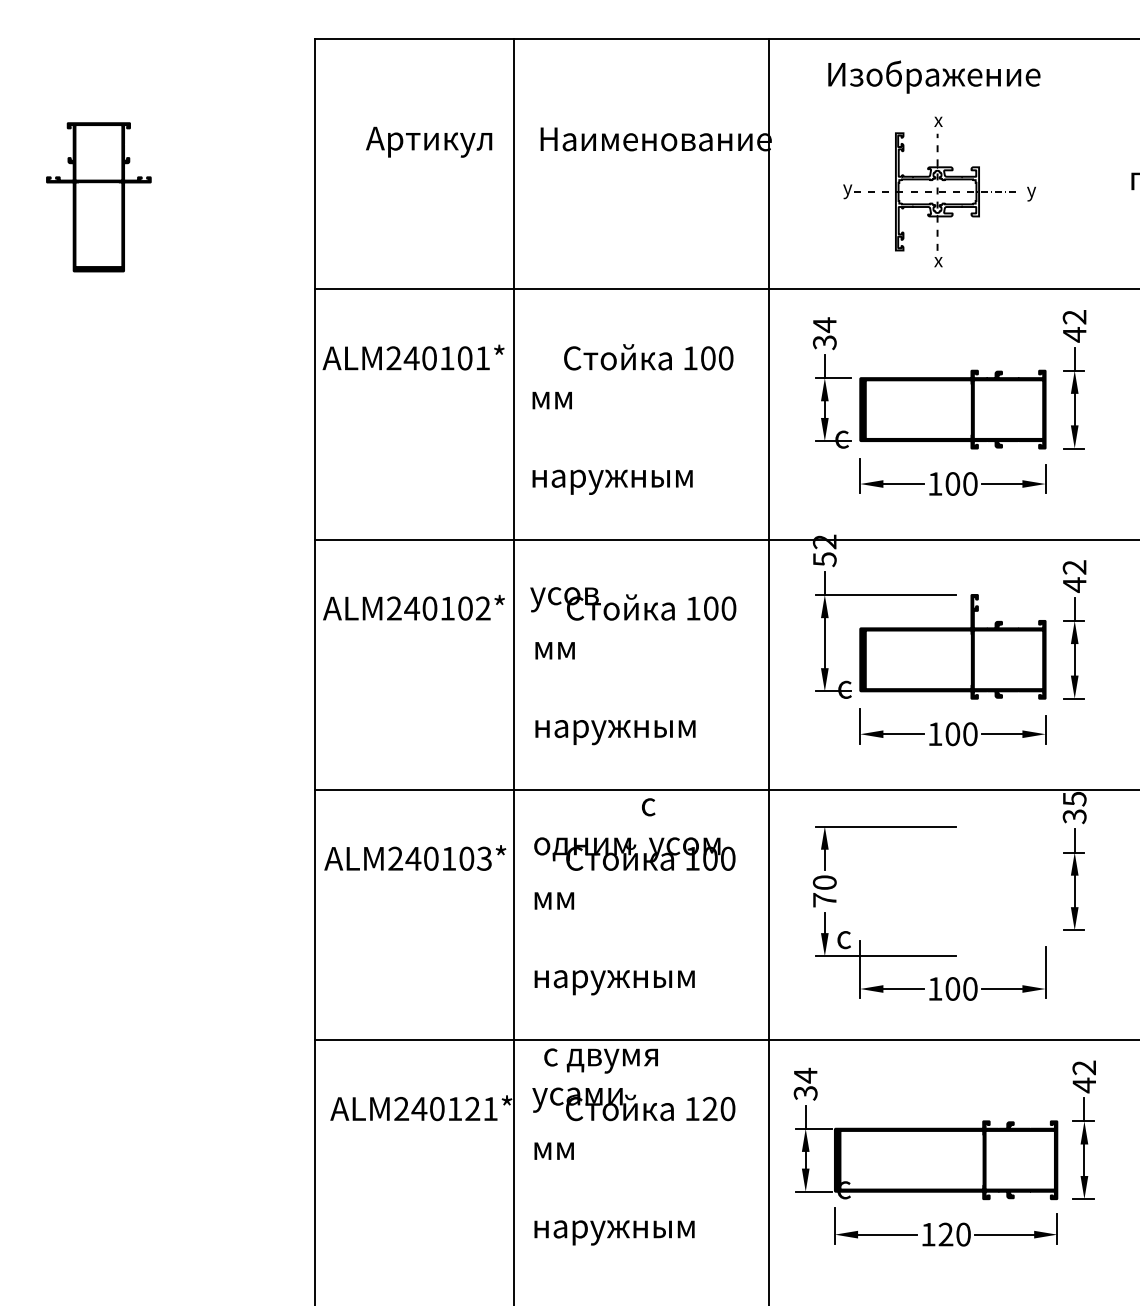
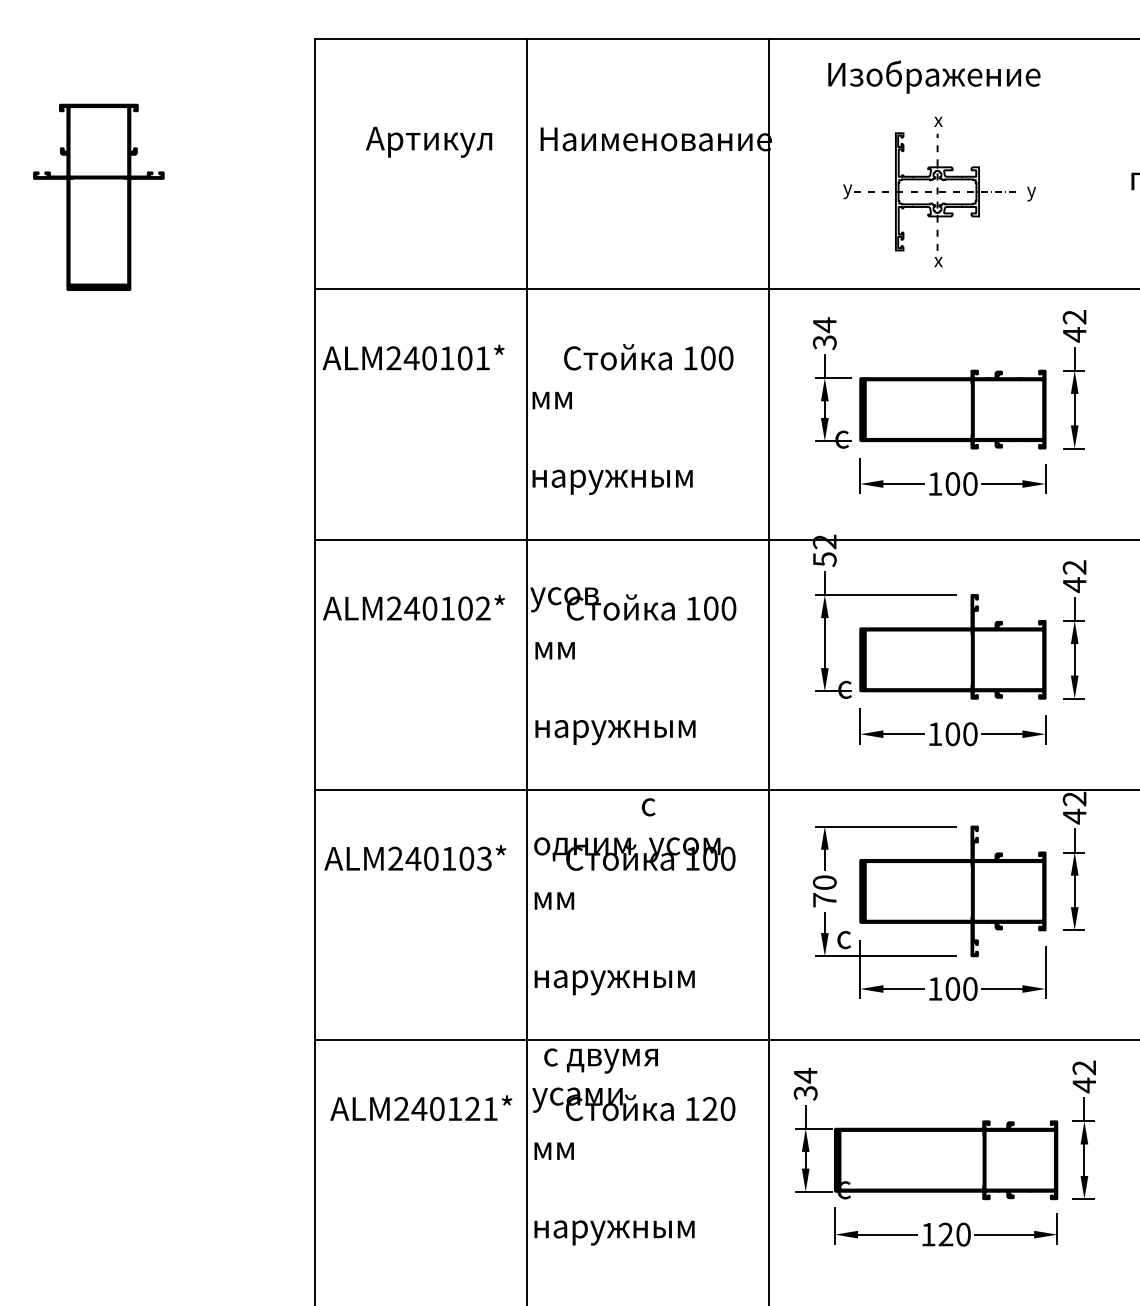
part at (98, 197) size: 106x151 px -> 132x188 px
line at (513, 670) position: (513, 670) -> (526, 670)
text at (1074, 807): 35 -> 42
part at (952, 891): none -> present
